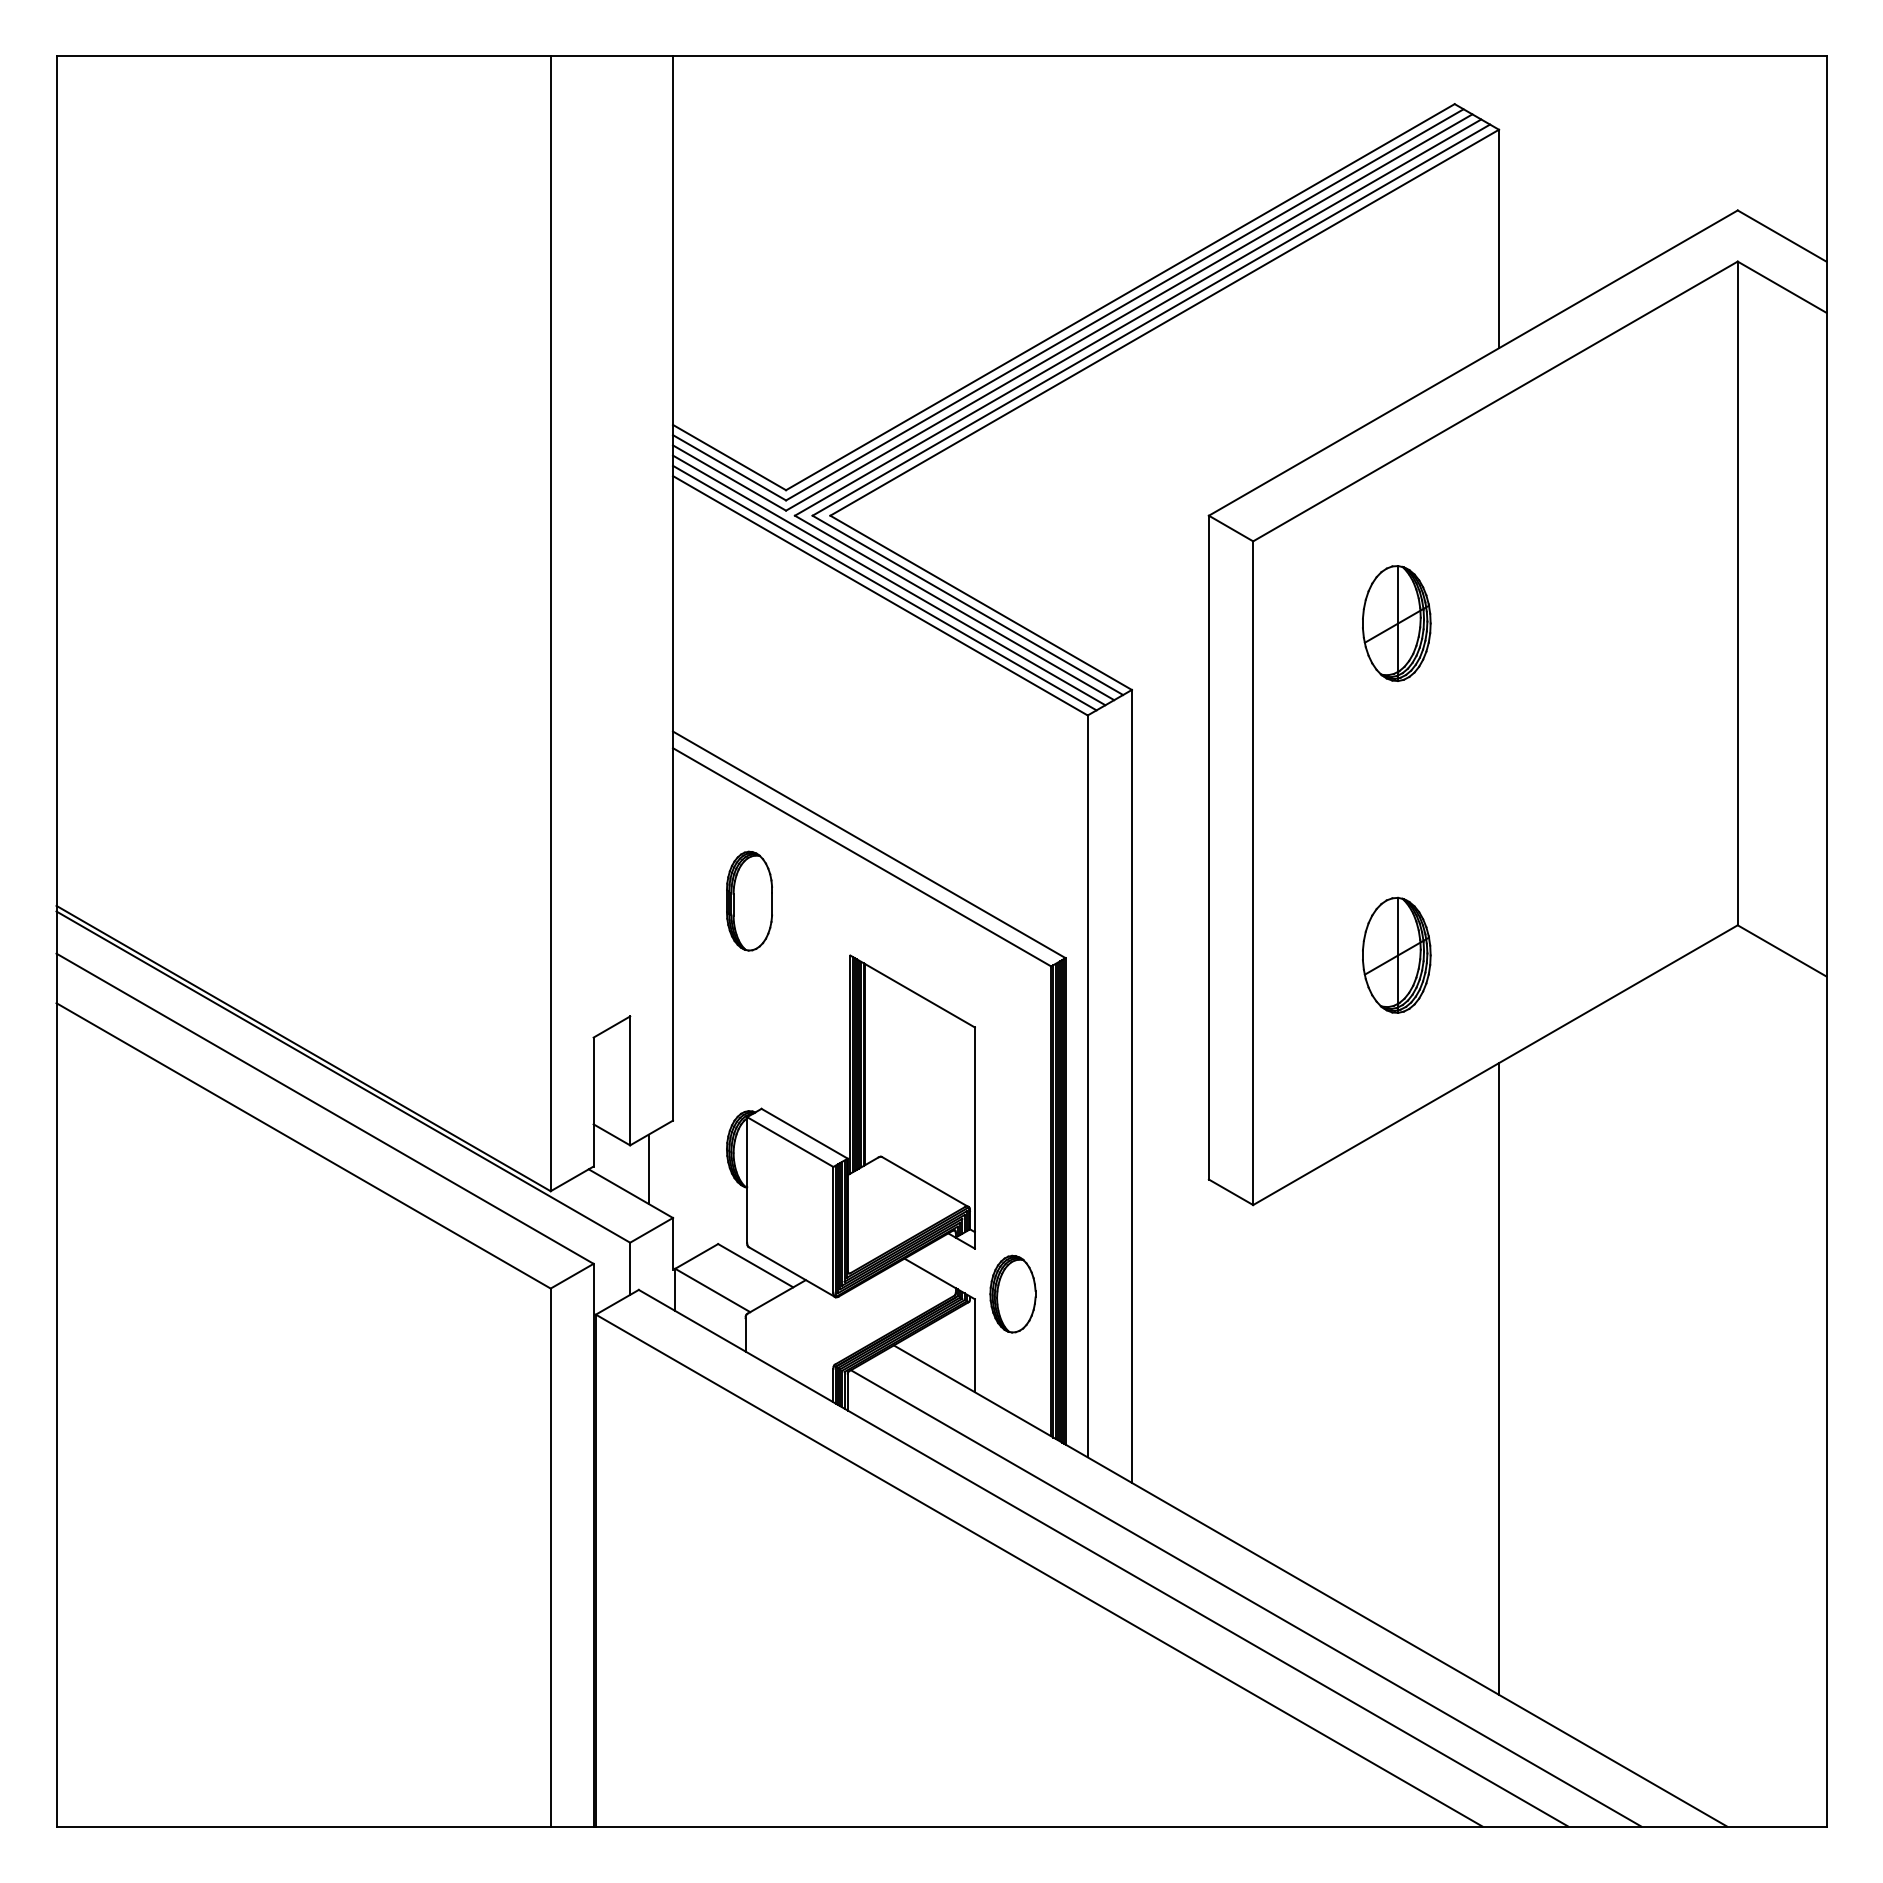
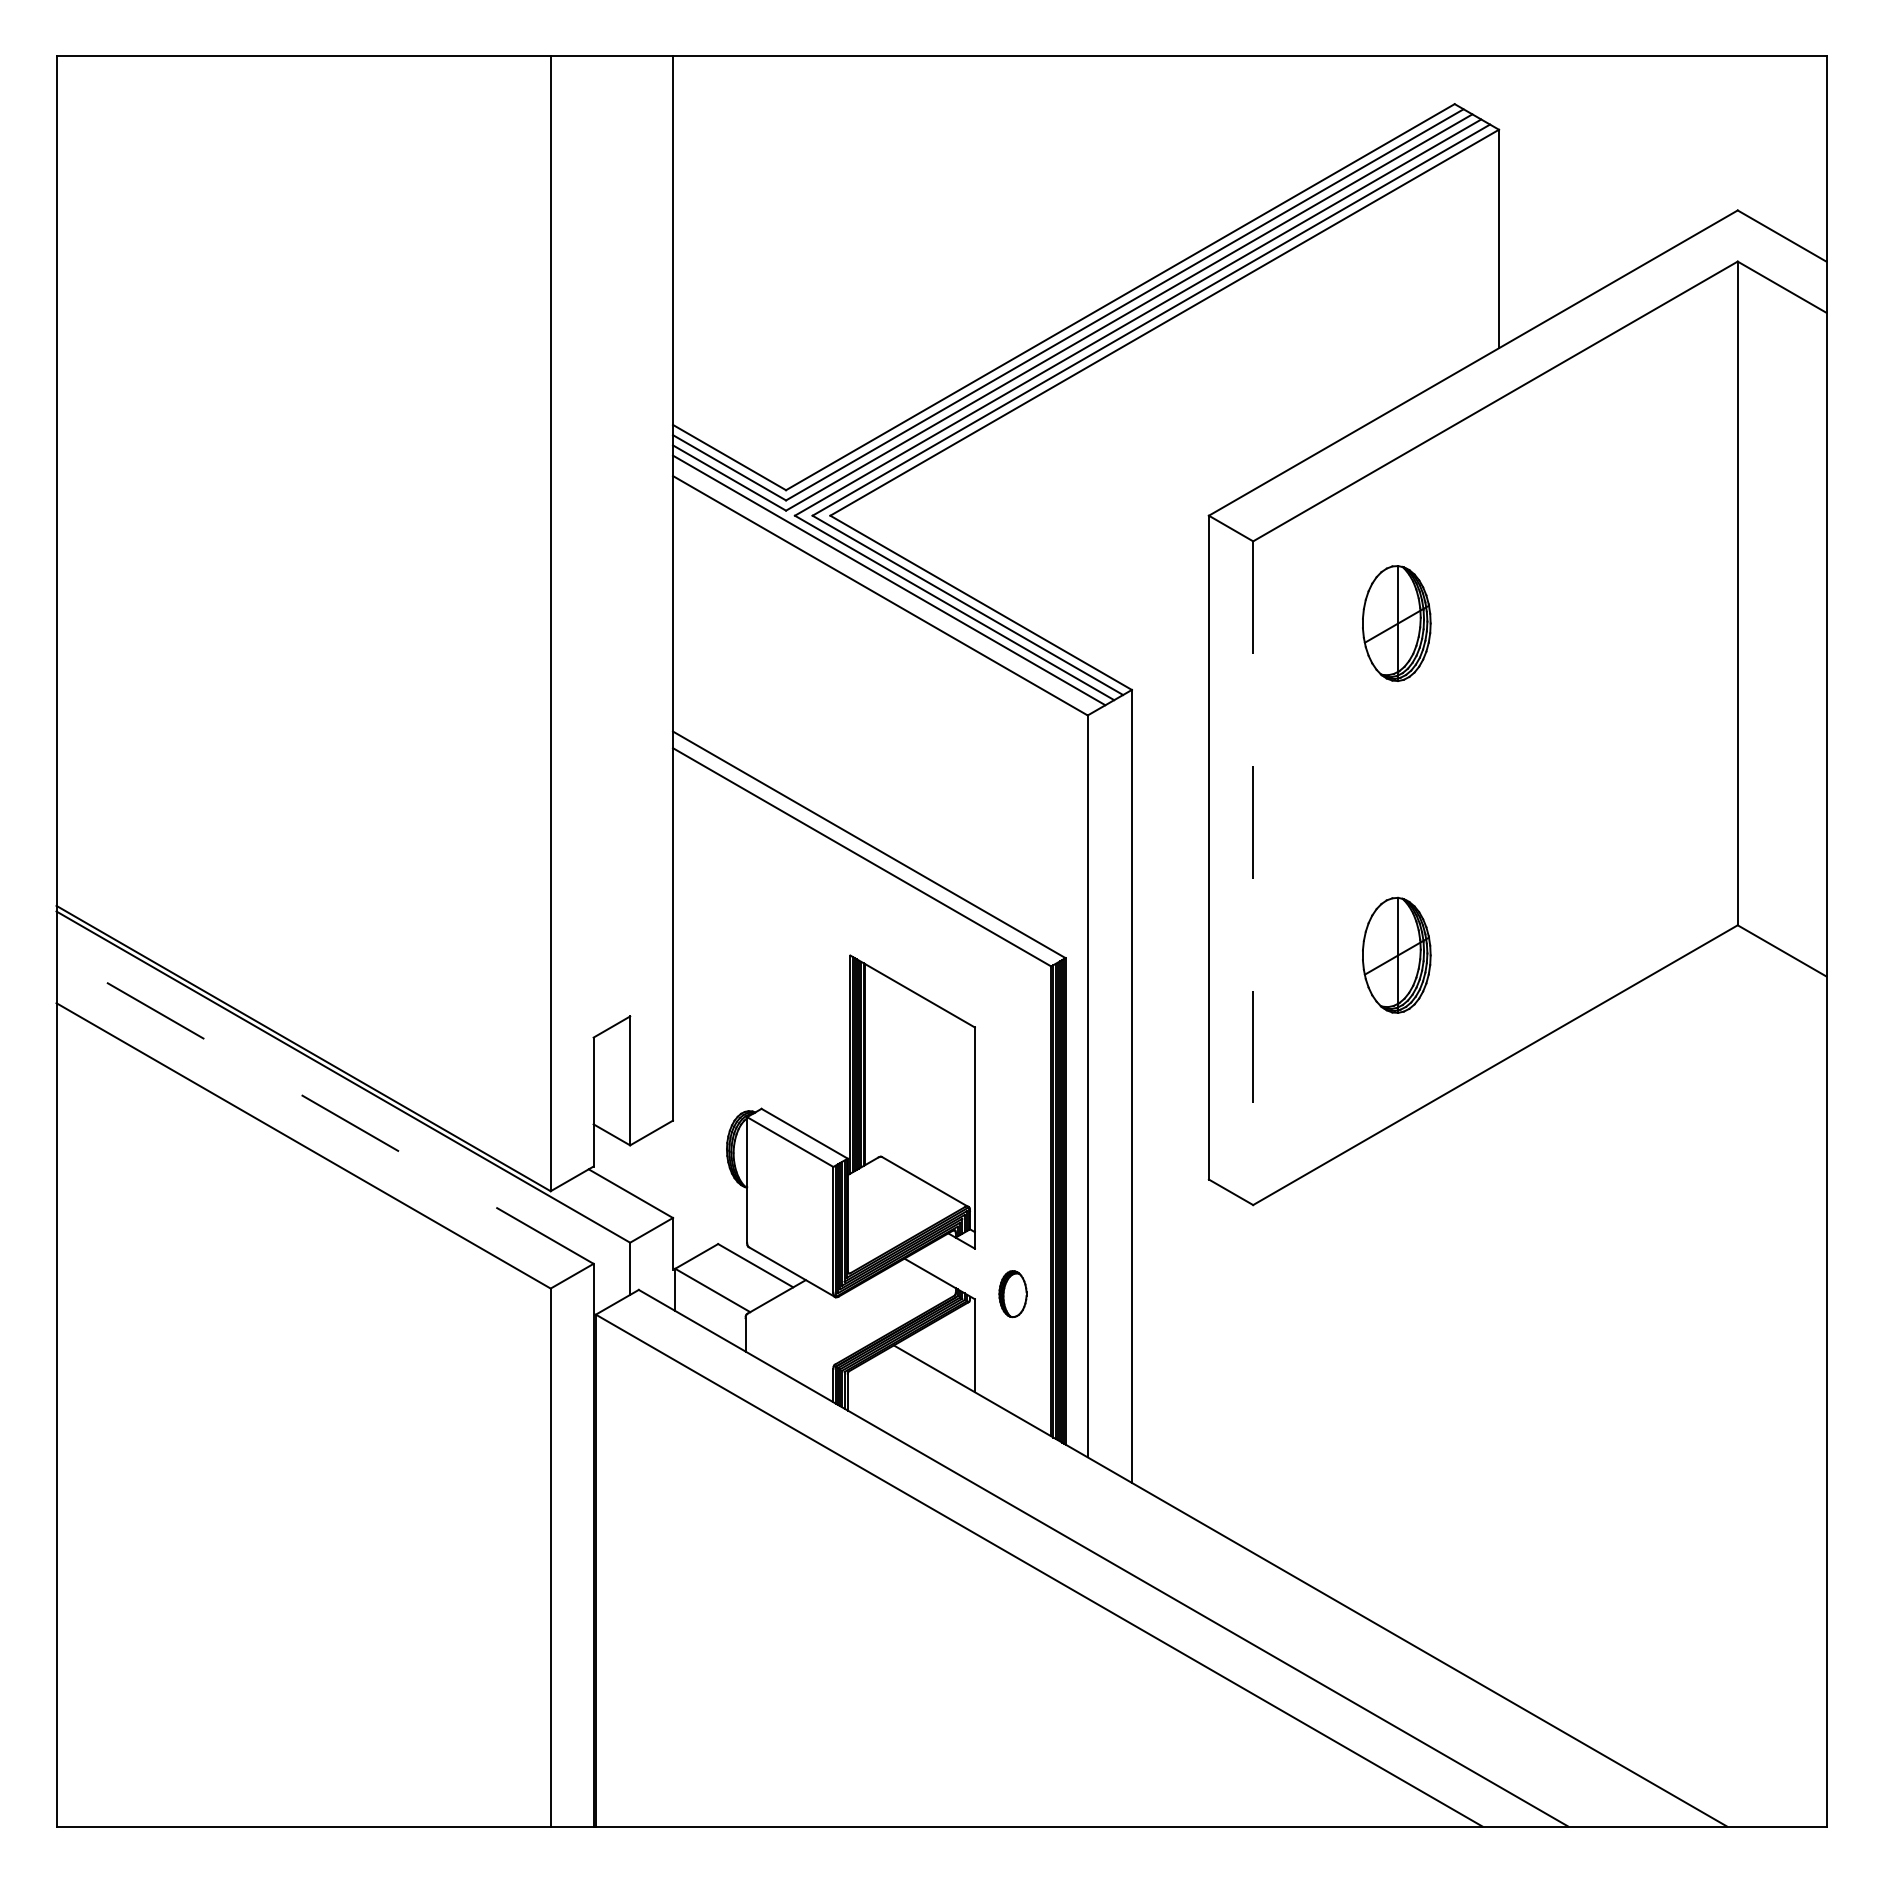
line at (884, 587): present -> none
line at (1253, 873): solid -> dashed
part at (749, 900): present -> none
line at (324, 1108): solid -> dashed
line at (648, 1169): present -> none
part at (1012, 1293) size: 48x80 px -> 30x49 px
line at (1499, 1378): present -> none
line at (1246, 1598): present -> none
